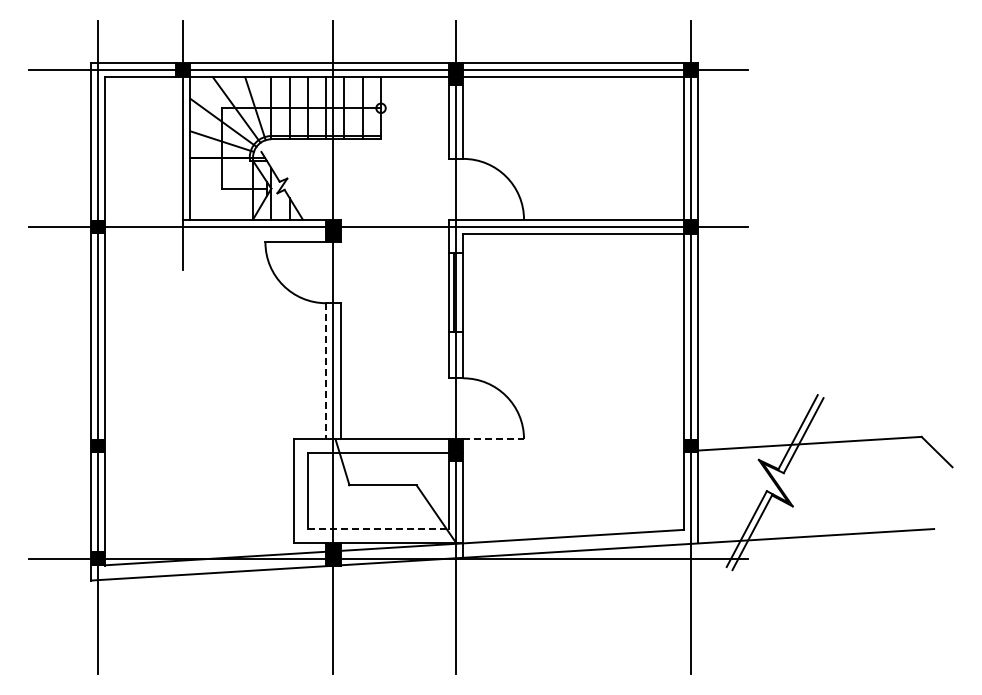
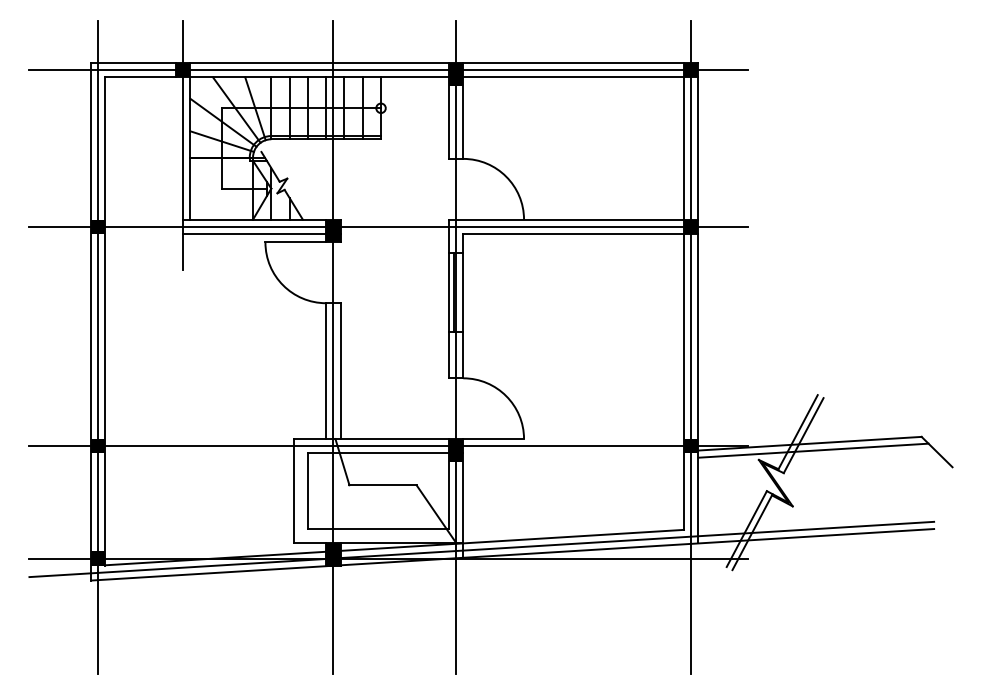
line at (261, 234): none -> present
line at (326, 371): dashed -> solid
line at (494, 439): dashed -> solid
line at (388, 446): none -> present
line at (813, 450): none -> present
line at (378, 528): dashed -> solid
line at (481, 549): none -> present
